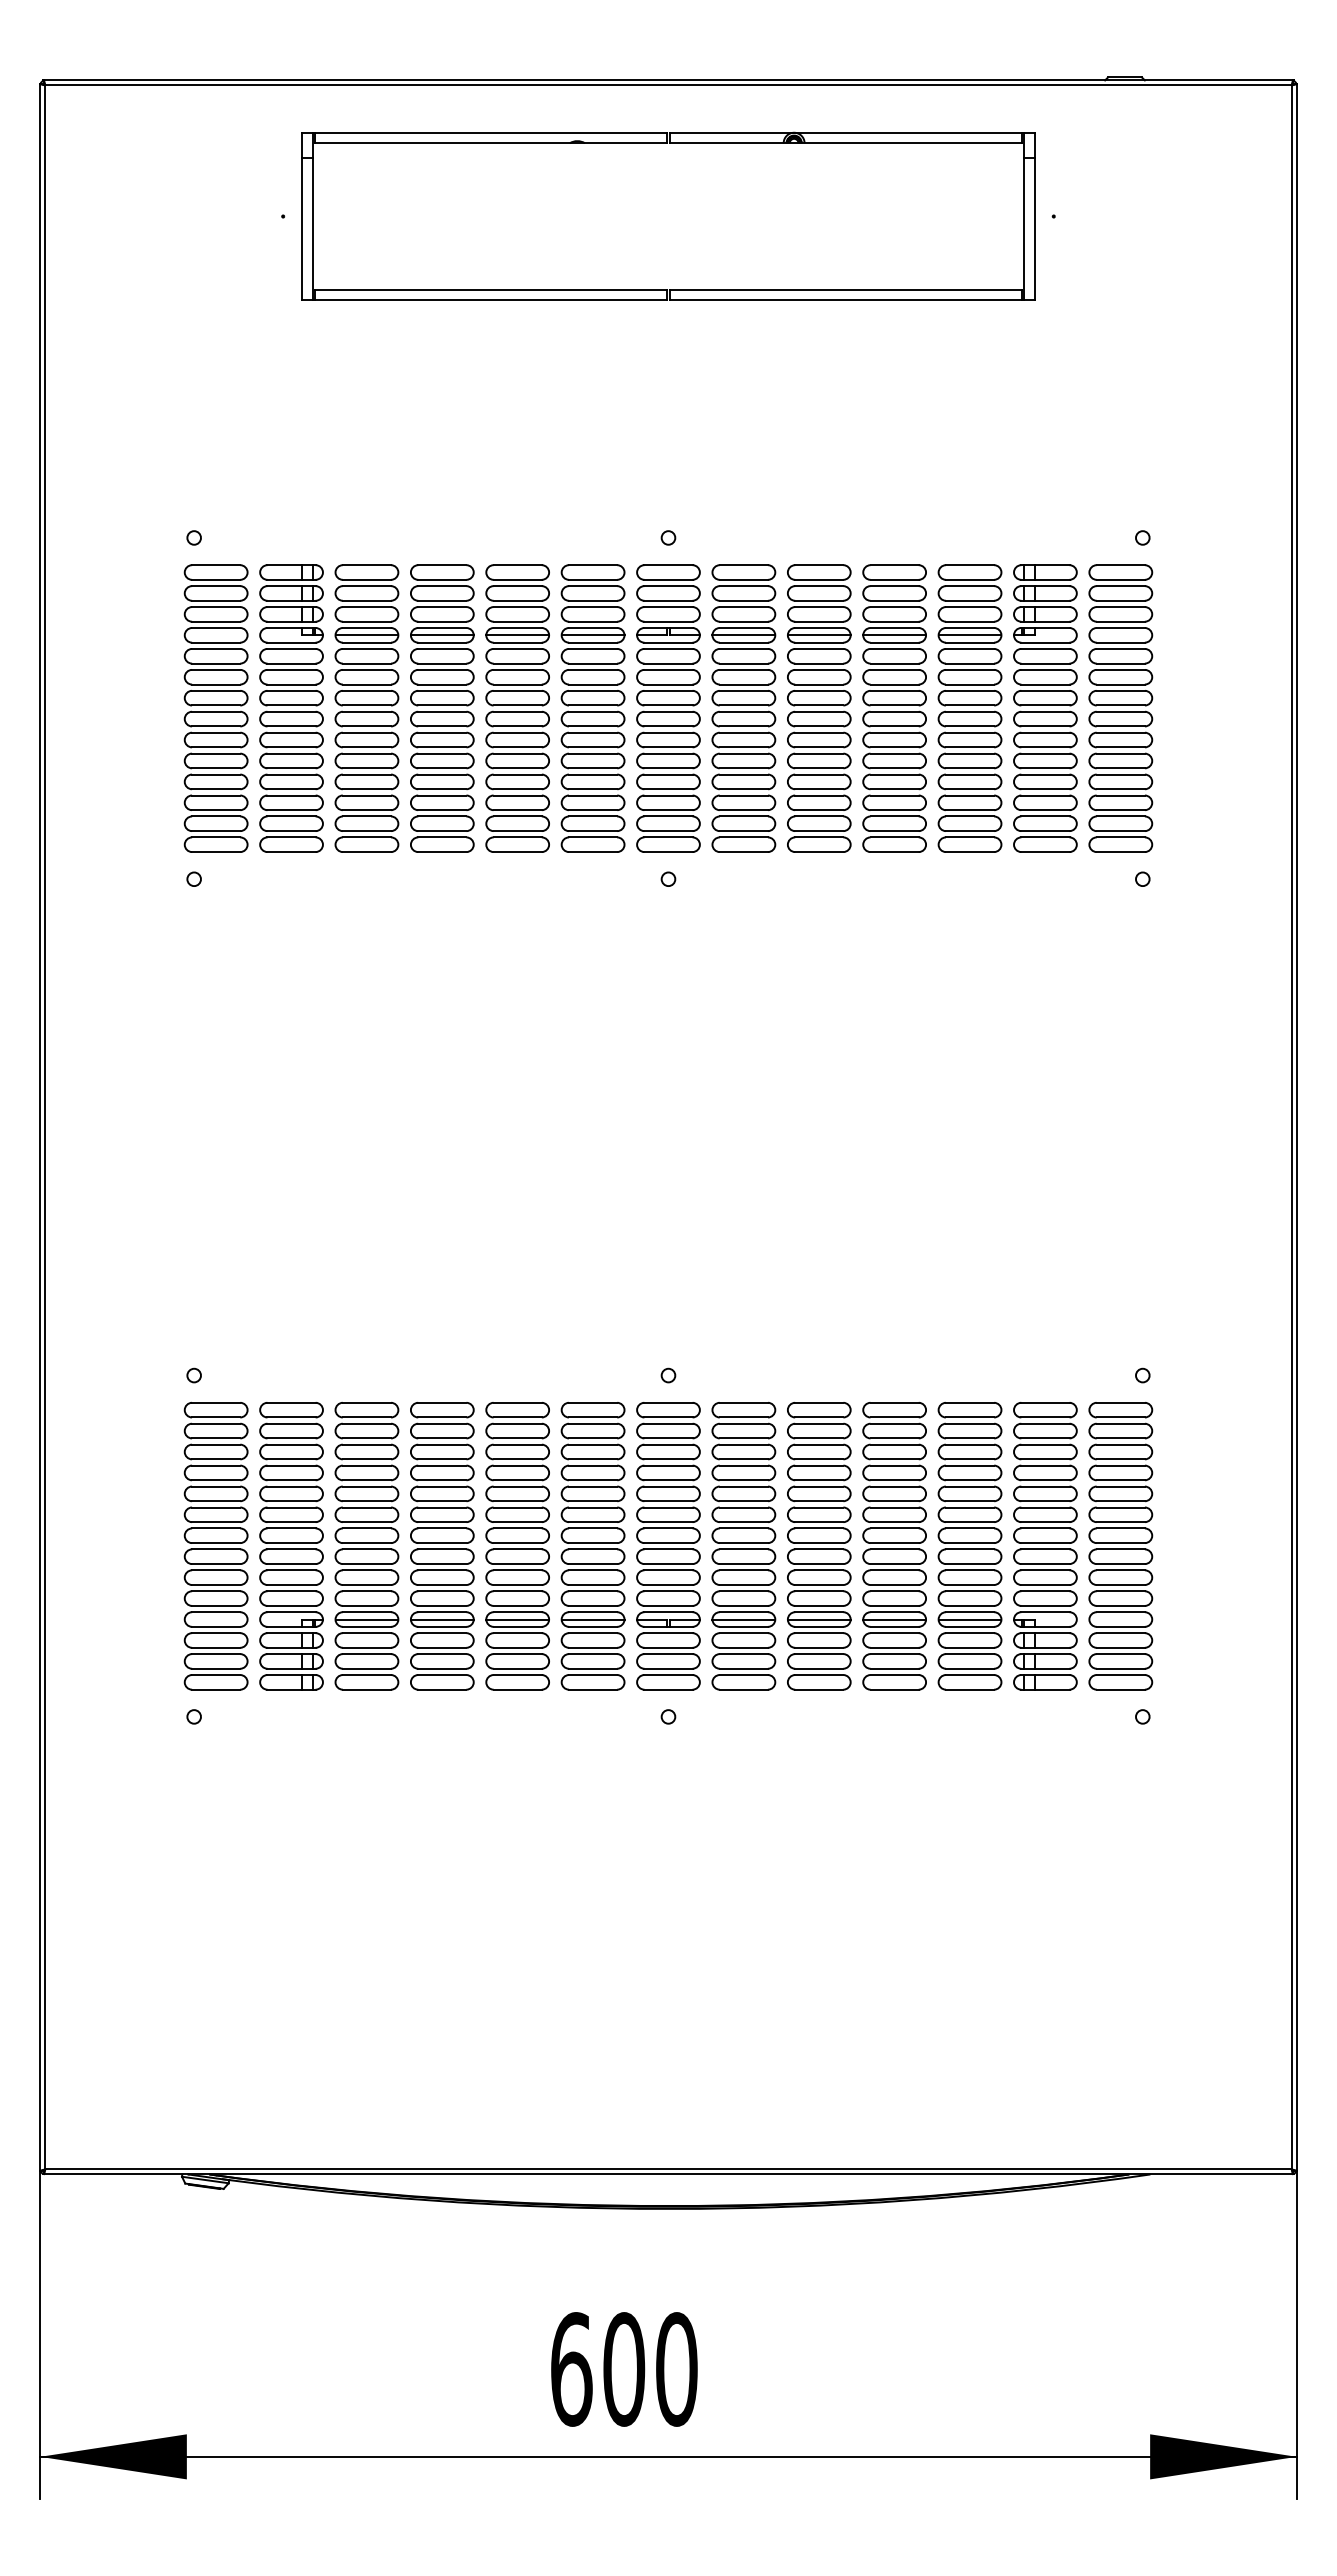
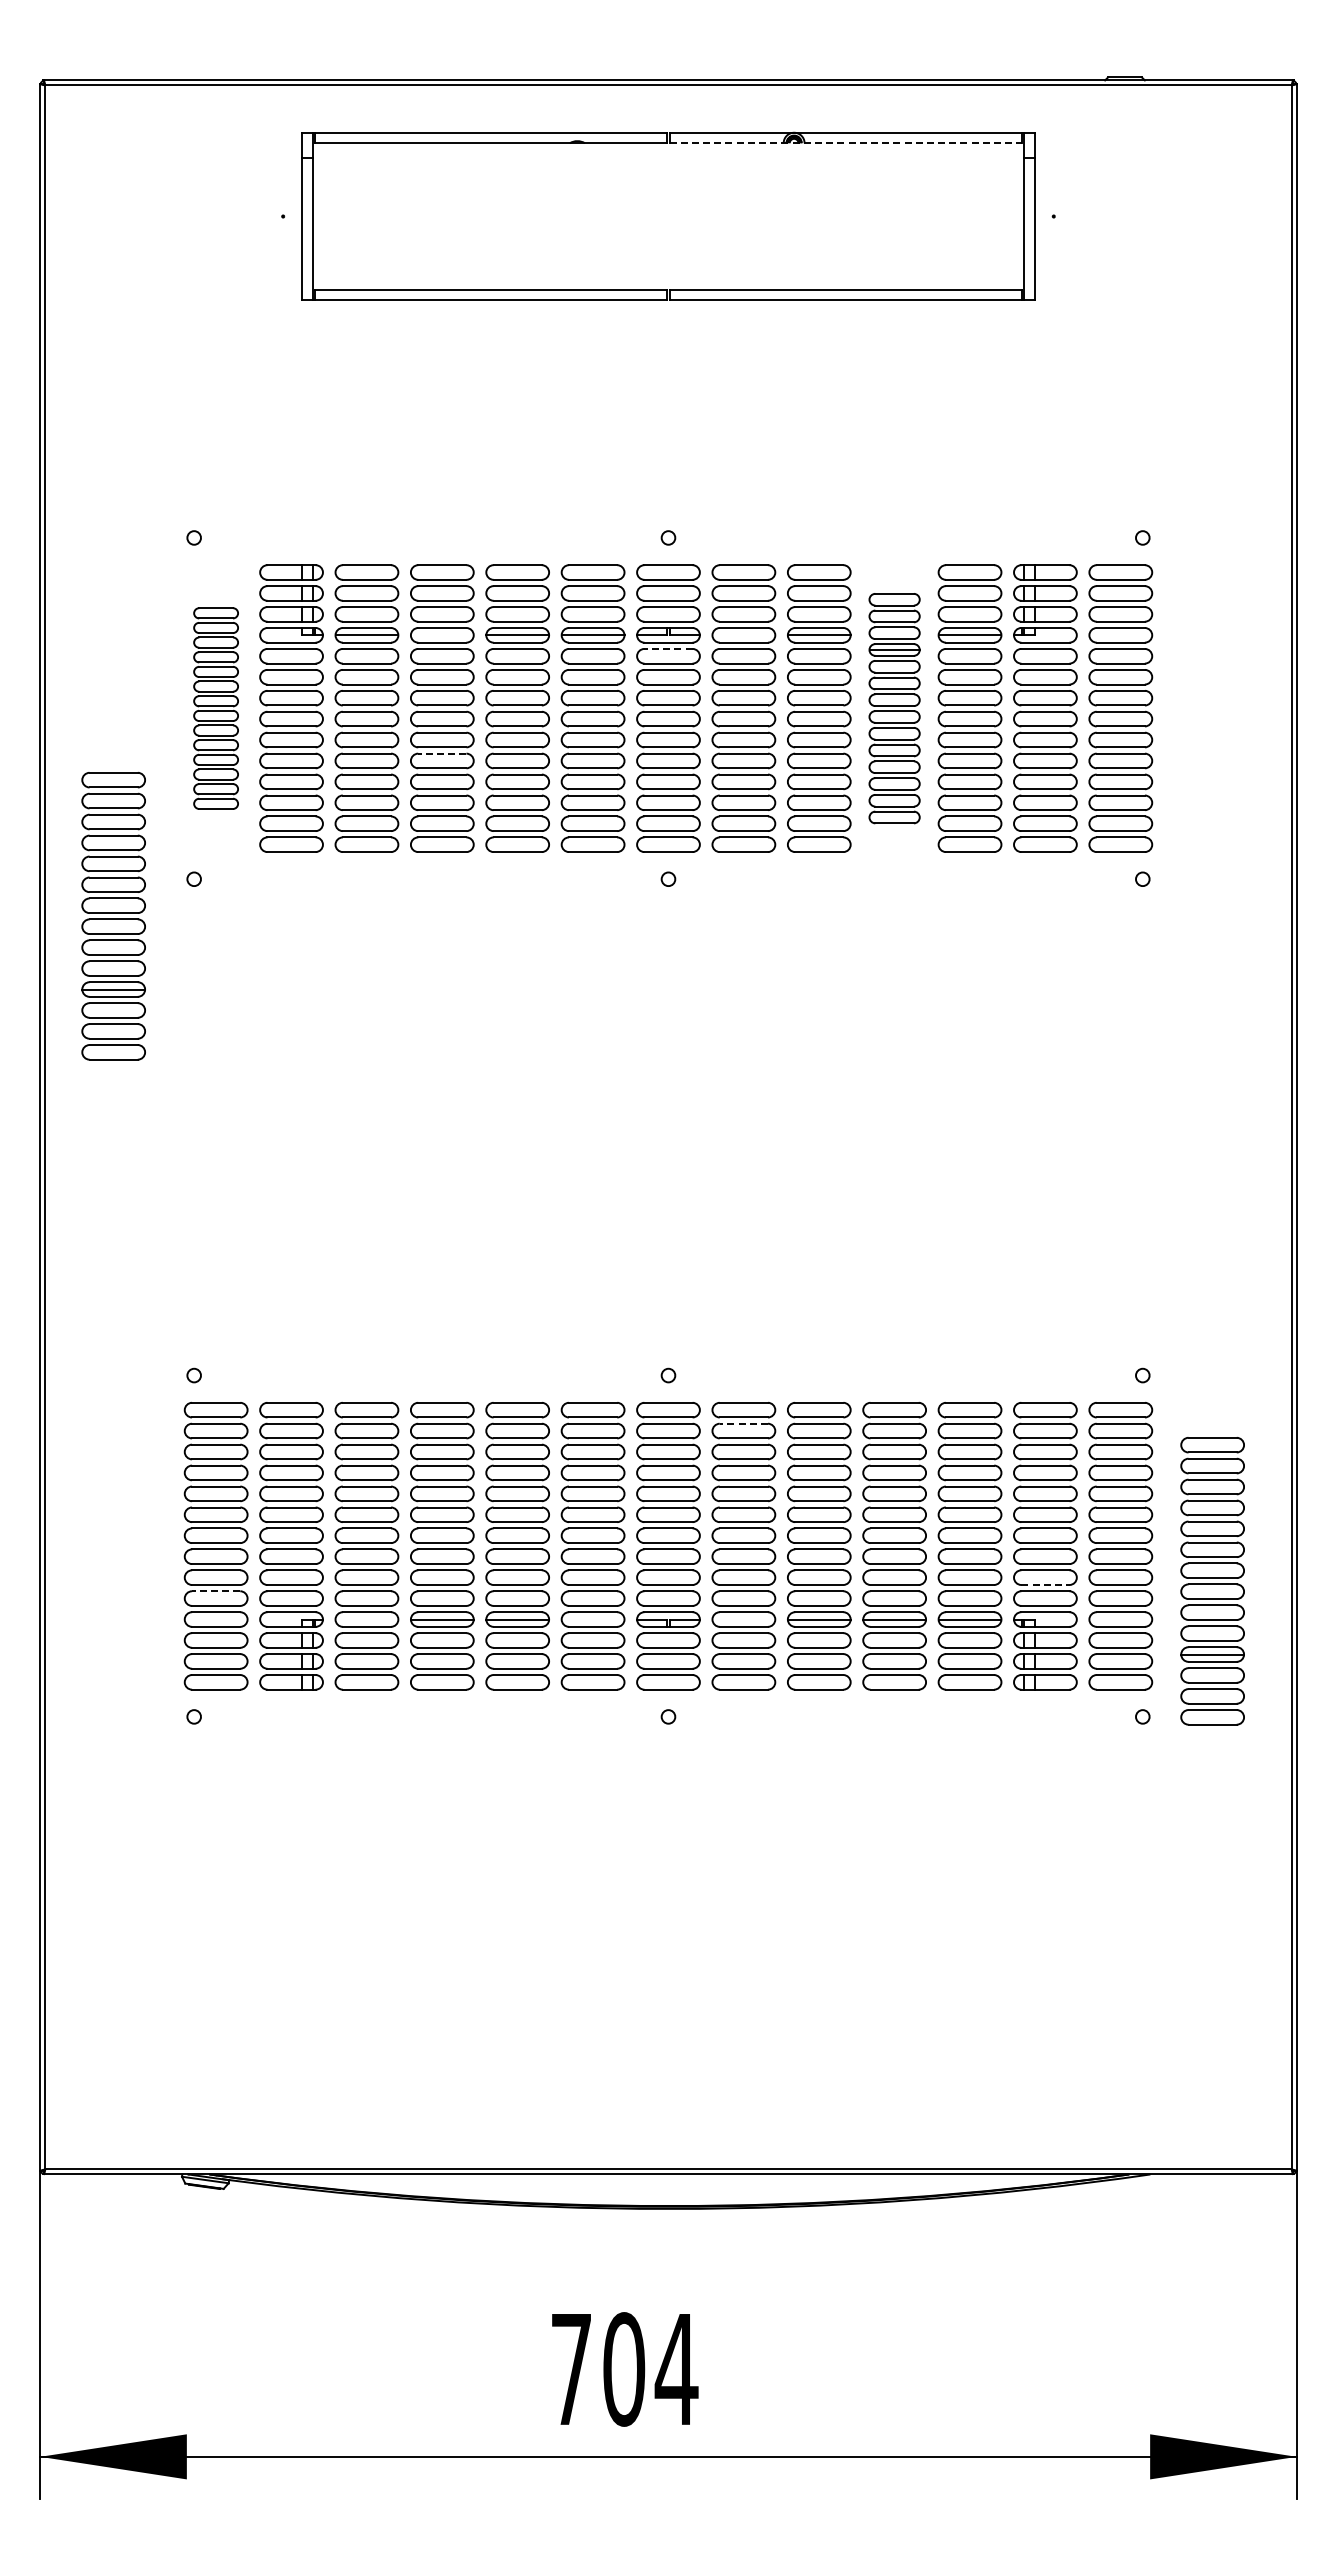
line at (846, 143): solid -> dashed
line at (441, 635): present -> none
line at (743, 635): present -> none
line at (668, 648): solid -> dashed
part at (215, 708) size: 66x289 px -> 46x203 px
part at (894, 708) size: 65x289 px -> 53x232 px
line at (441, 753): solid -> dashed
part at (113, 916): none -> present
line at (743, 1423): solid -> dashed
part at (1212, 1581): none -> present
line at (1045, 1584): solid -> dashed
line at (215, 1591): solid -> dashed
line at (366, 1619): present -> none
line at (592, 1619): present -> none
line at (743, 1619): present -> none
text at (624, 2369): 600 -> 704
